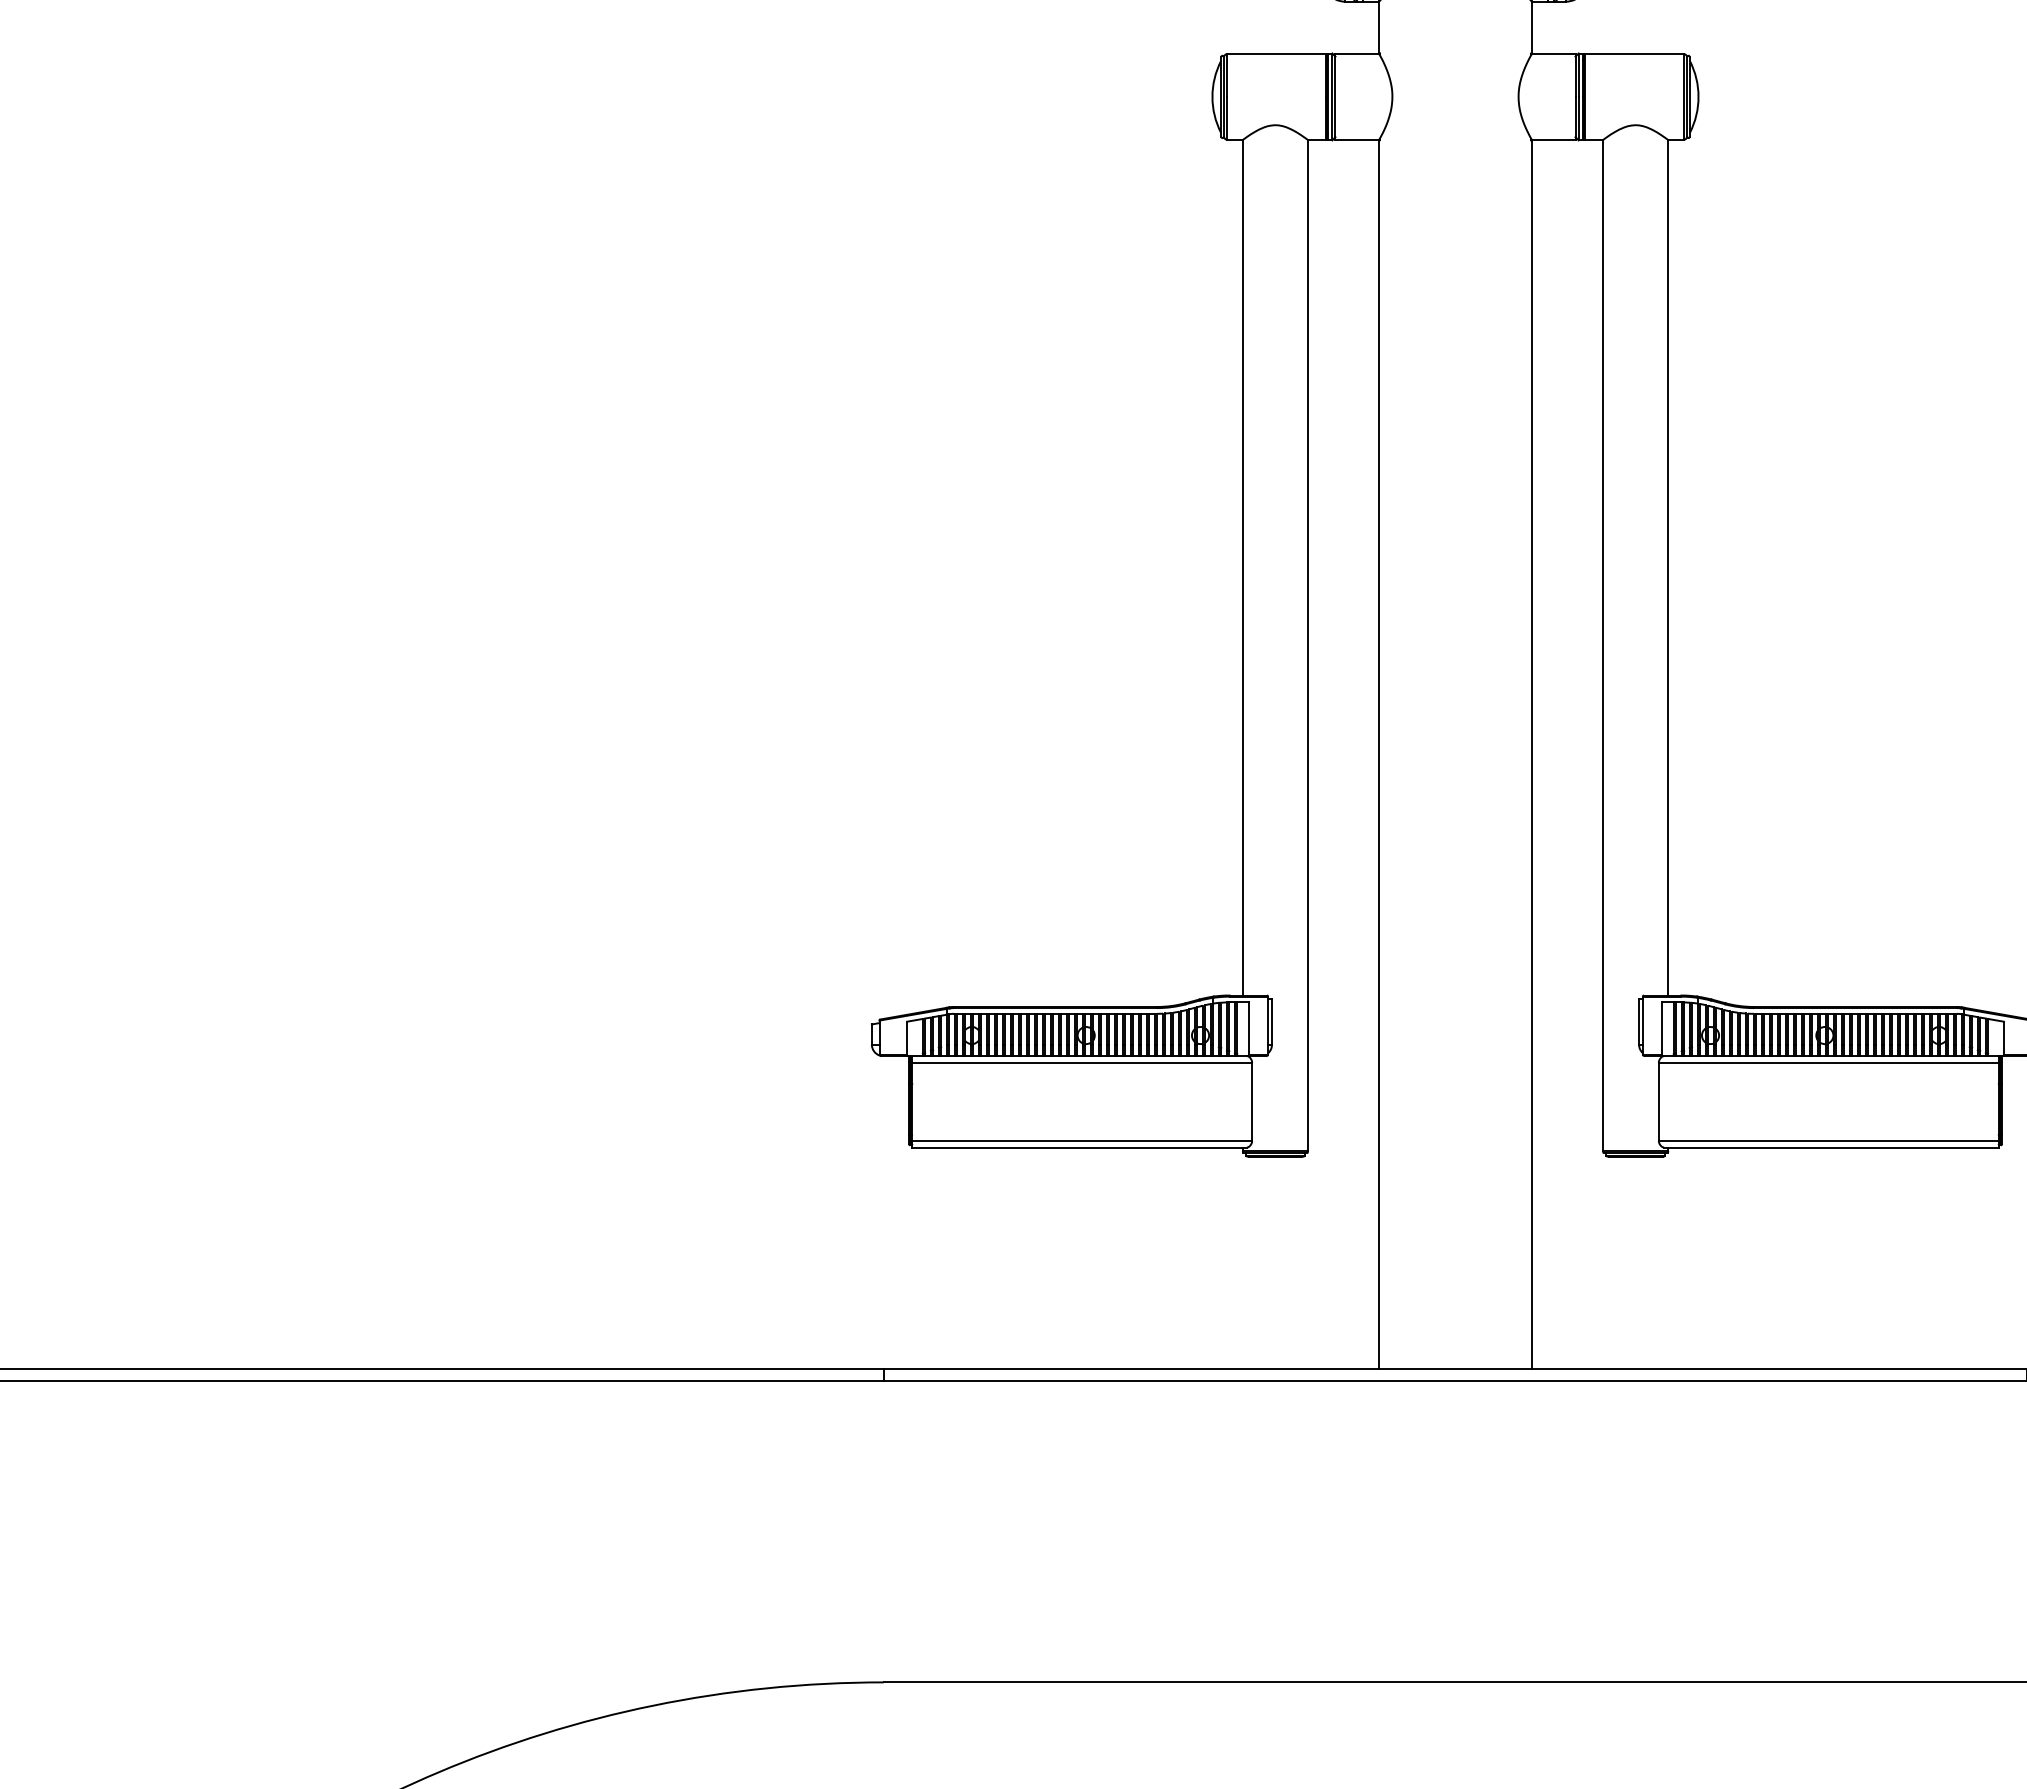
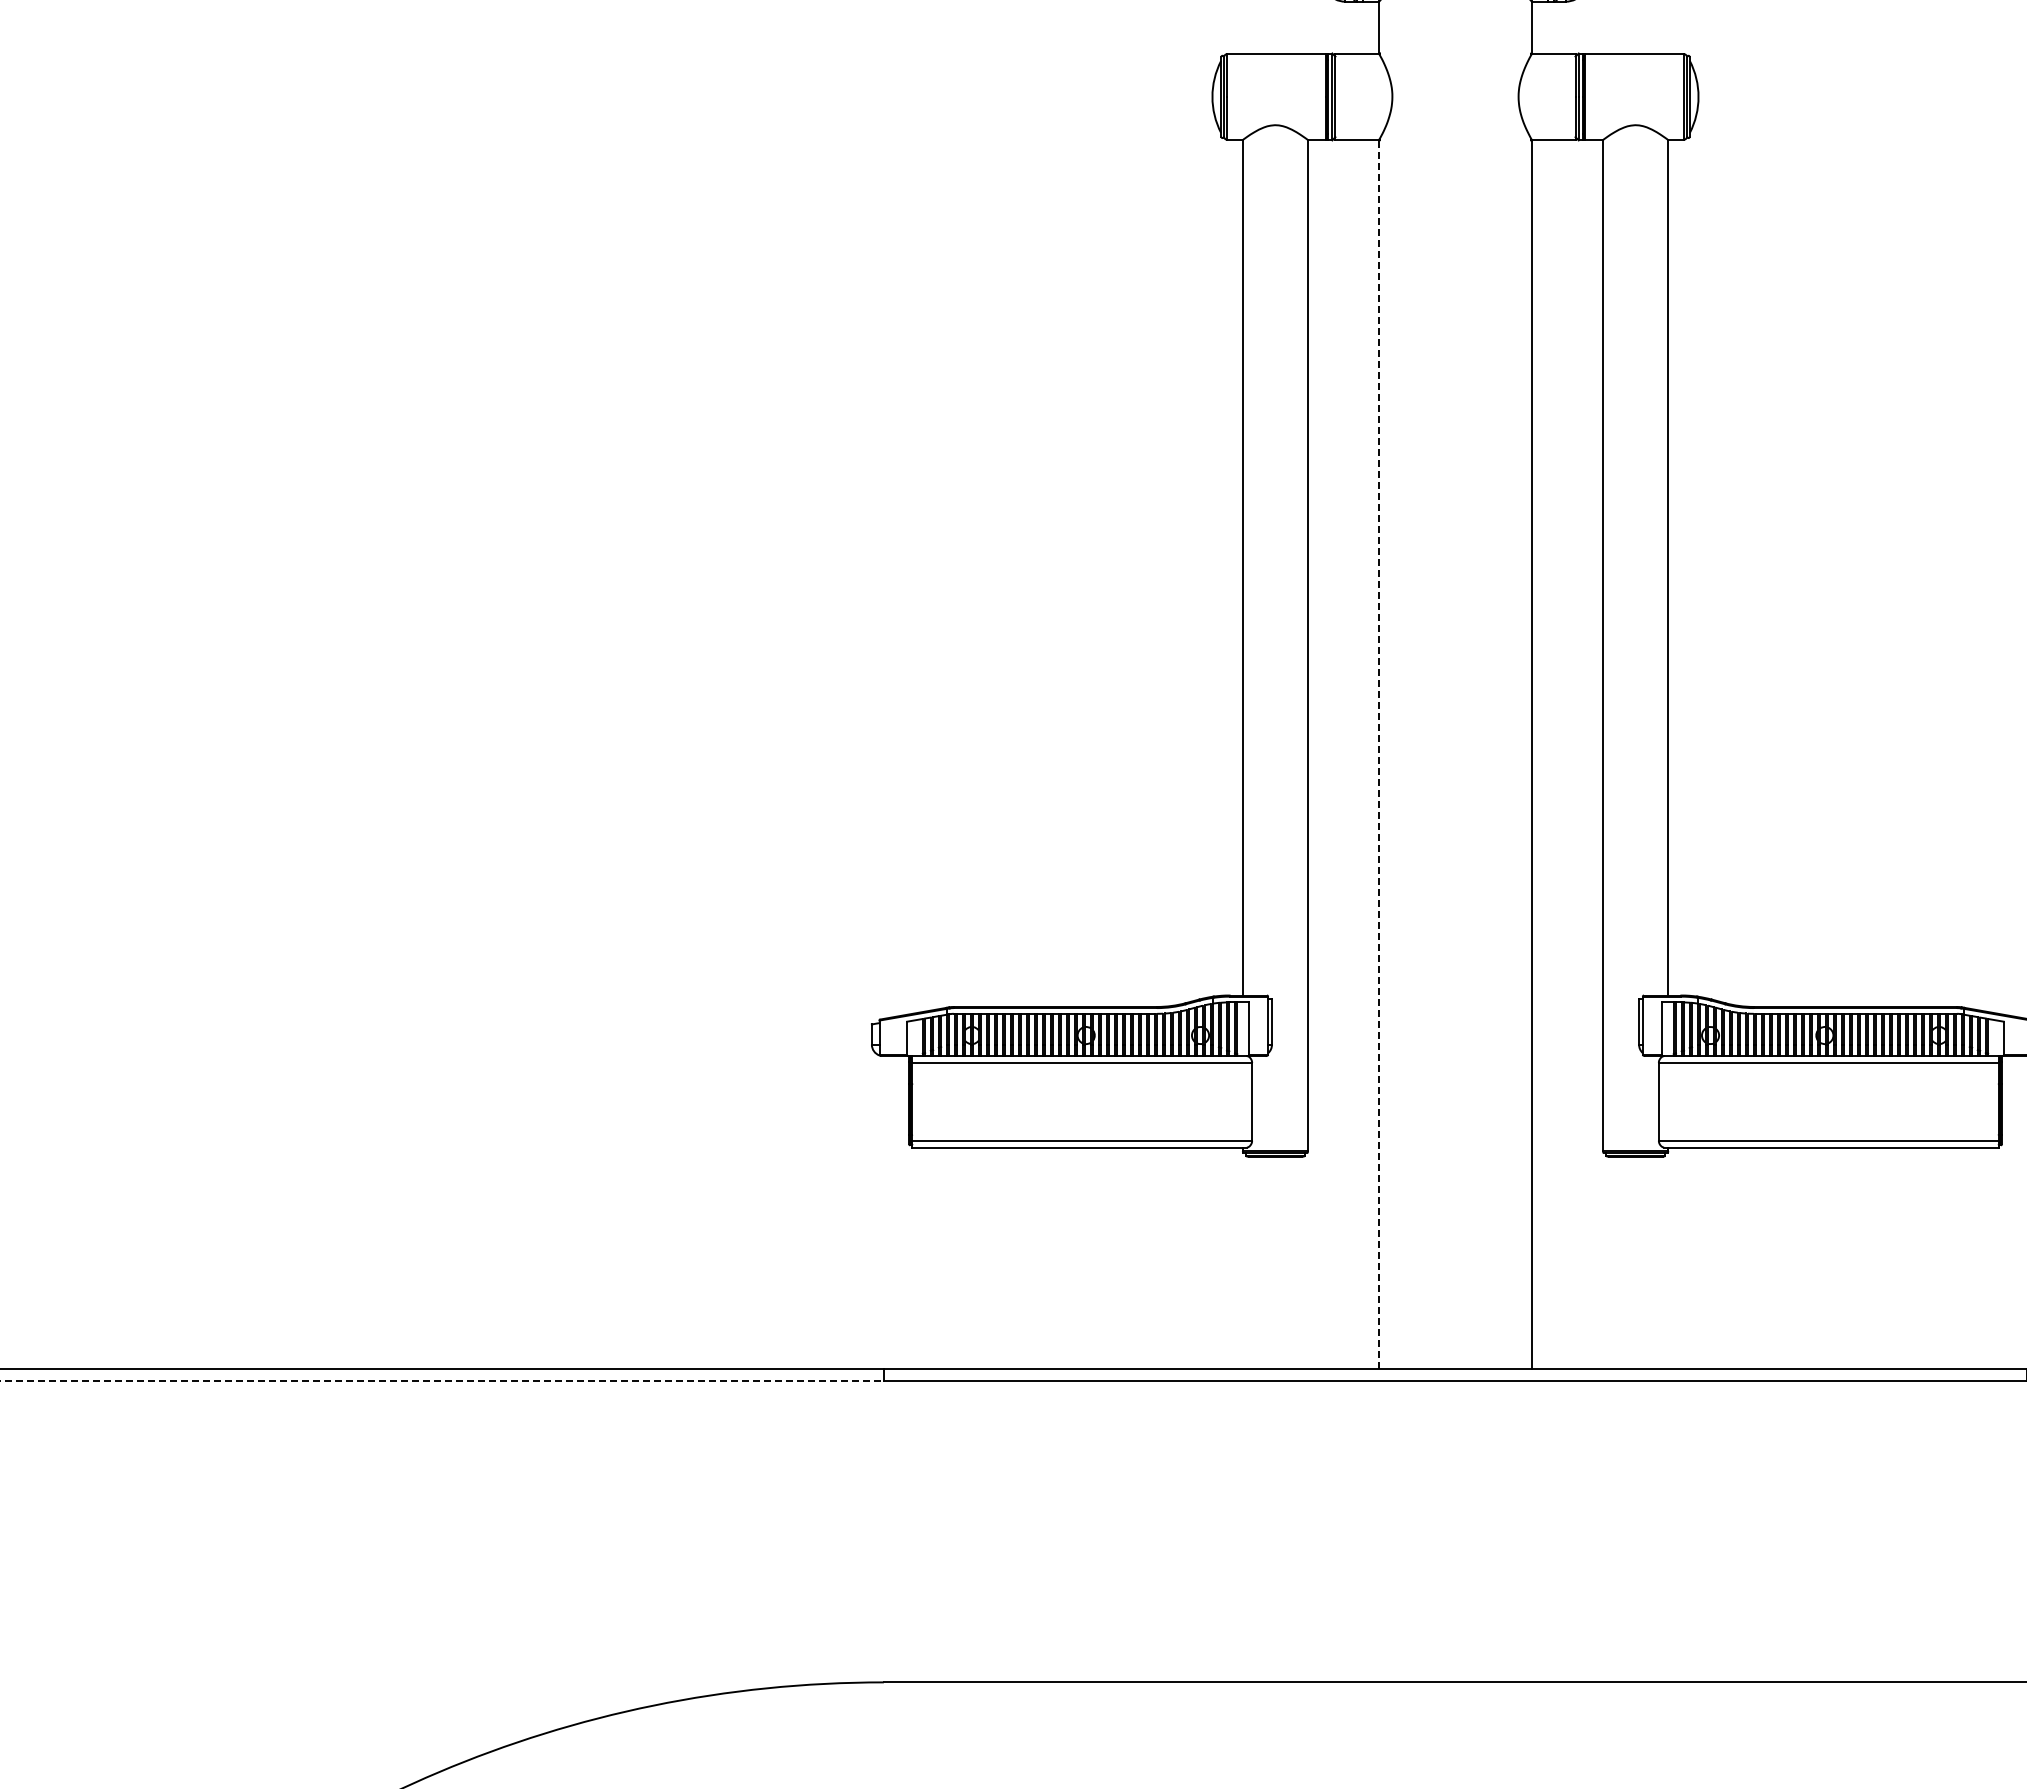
line at (1379, 755): solid -> dashed
line at (442, 1380): solid -> dashed
